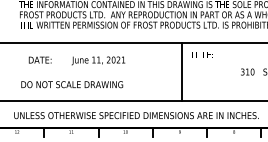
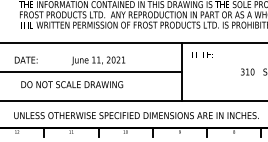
text at (39, 59) position: (39, 59) -> (25, 59)
line at (91, 71): none -> present
